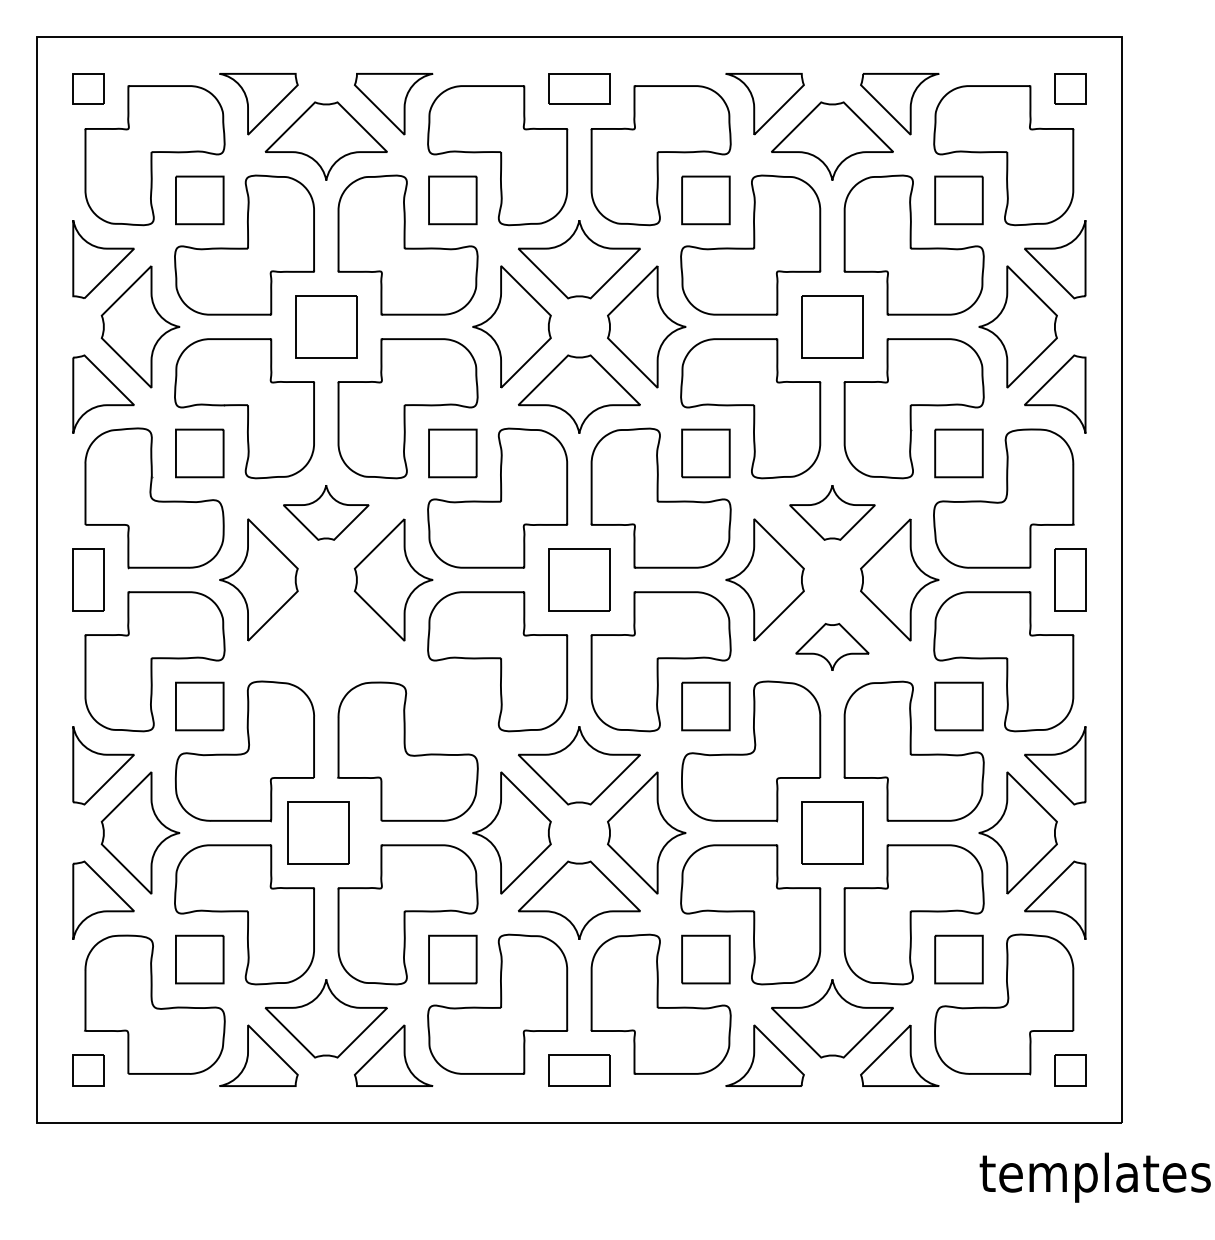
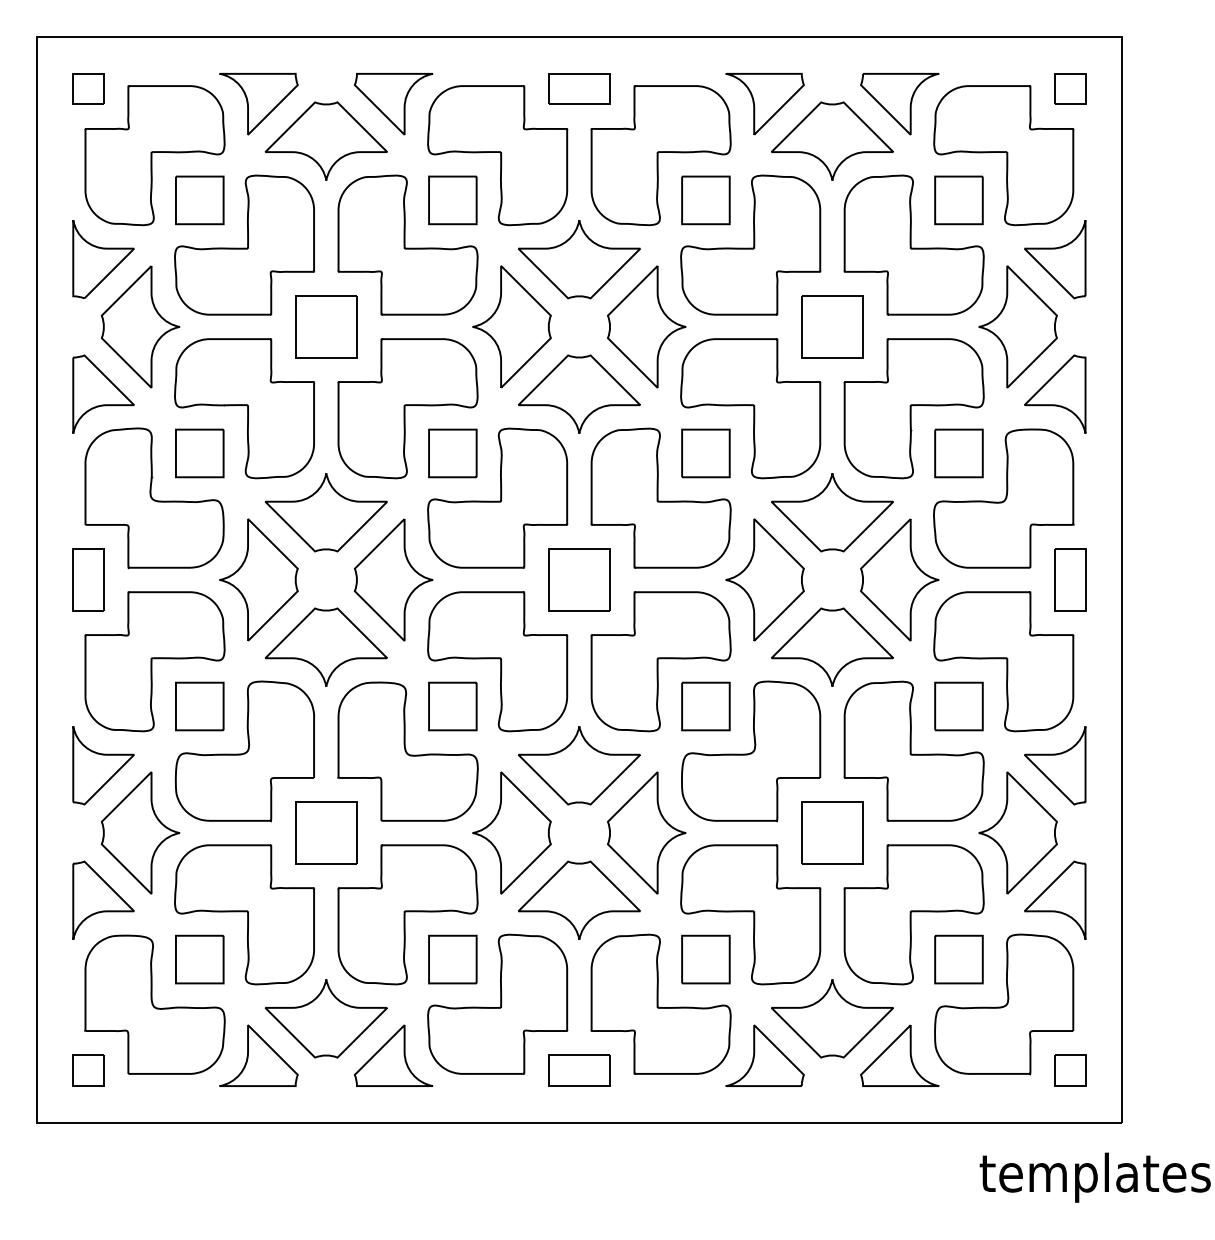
part at (326, 512) size: 87x56 px -> 124x80 px
part at (832, 512) size: 87x56 px -> 123x80 px
part at (325, 646): none -> present
part at (832, 646) size: 75x48 px -> 123x80 px
part at (452, 706): none -> present
part at (318, 832) position: (318, 832) -> (326, 832)
